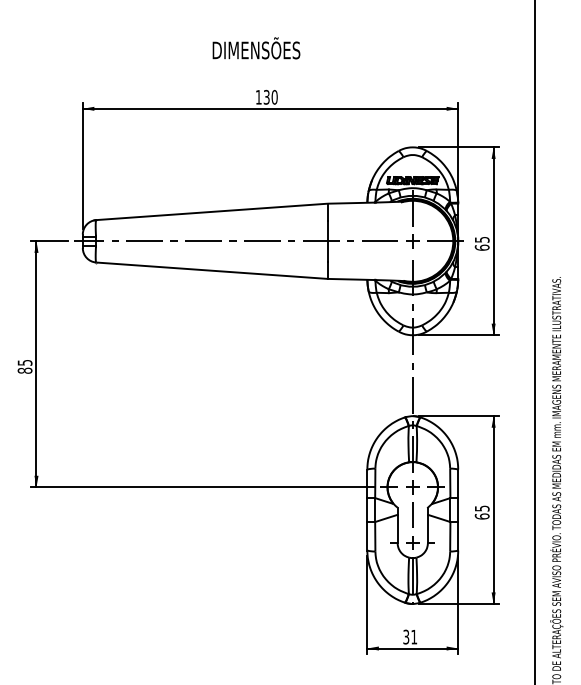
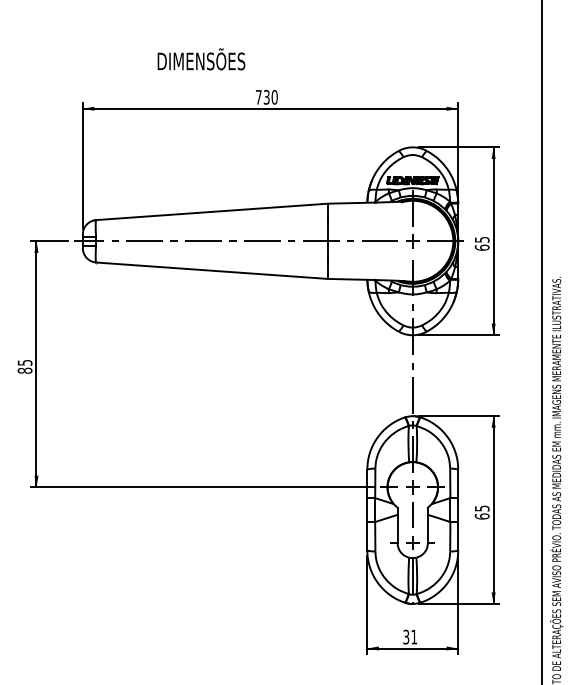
text at (256, 48) position: (256, 48) -> (201, 59)
text at (258, 97): 130 -> 730
line at (534, 341) position: (534, 341) -> (541, 341)
